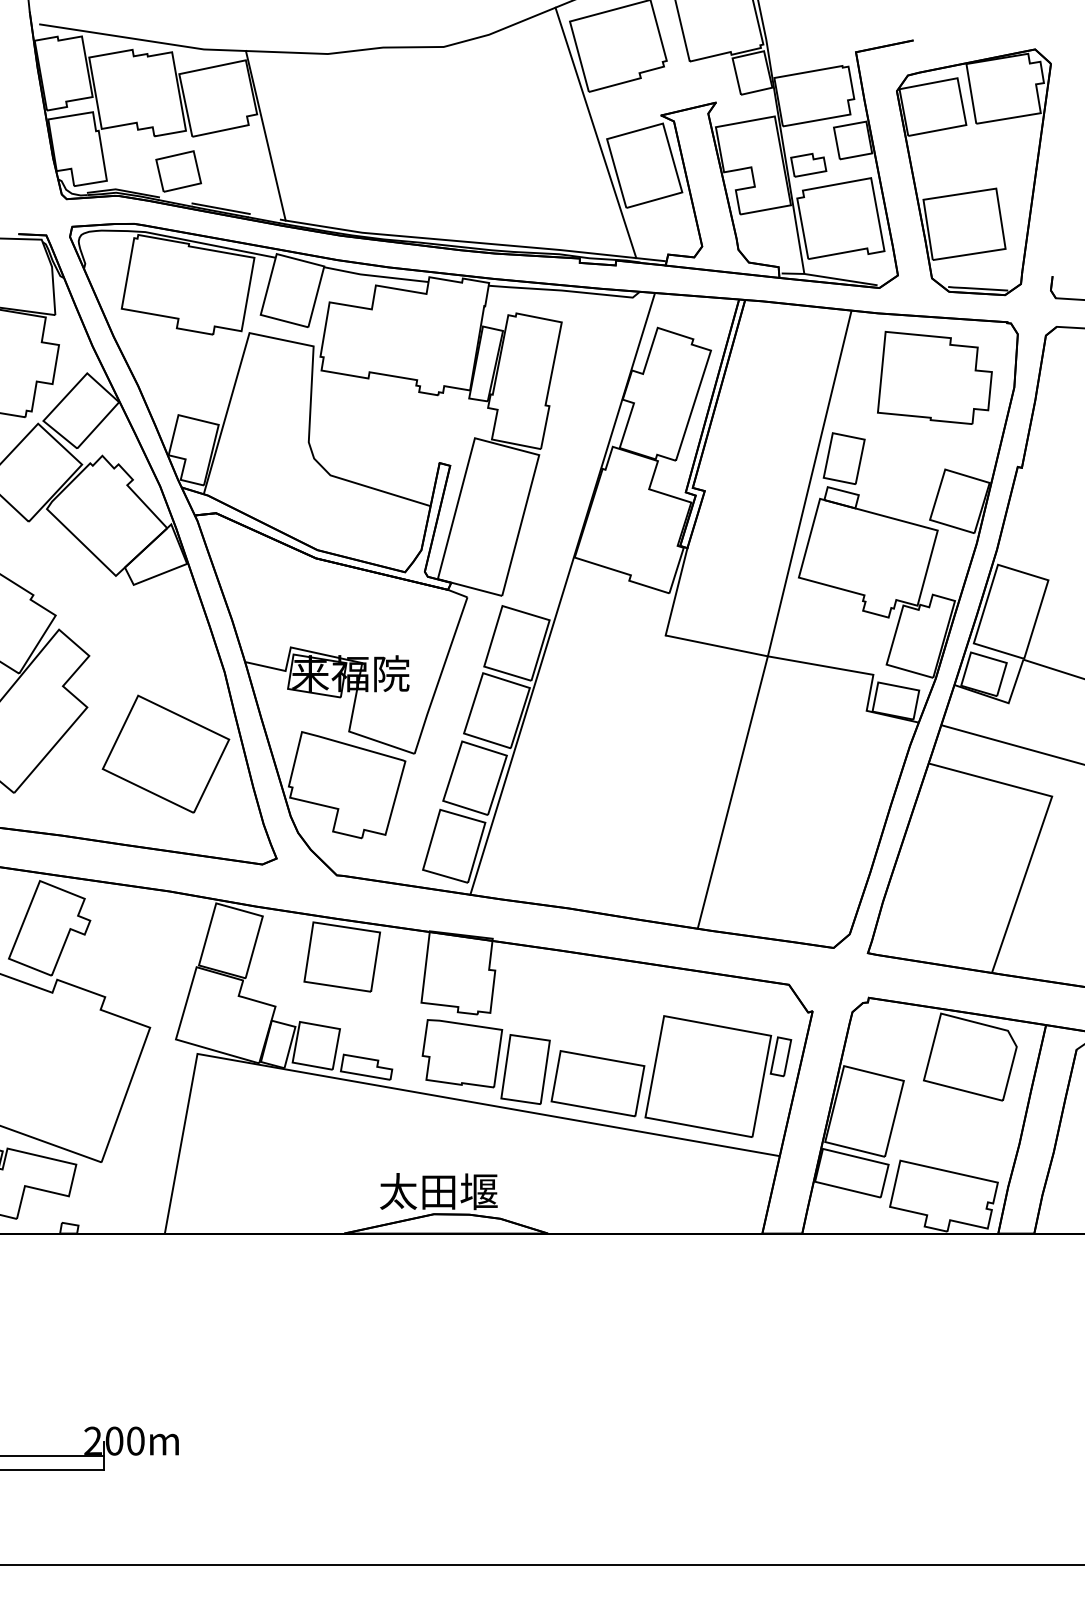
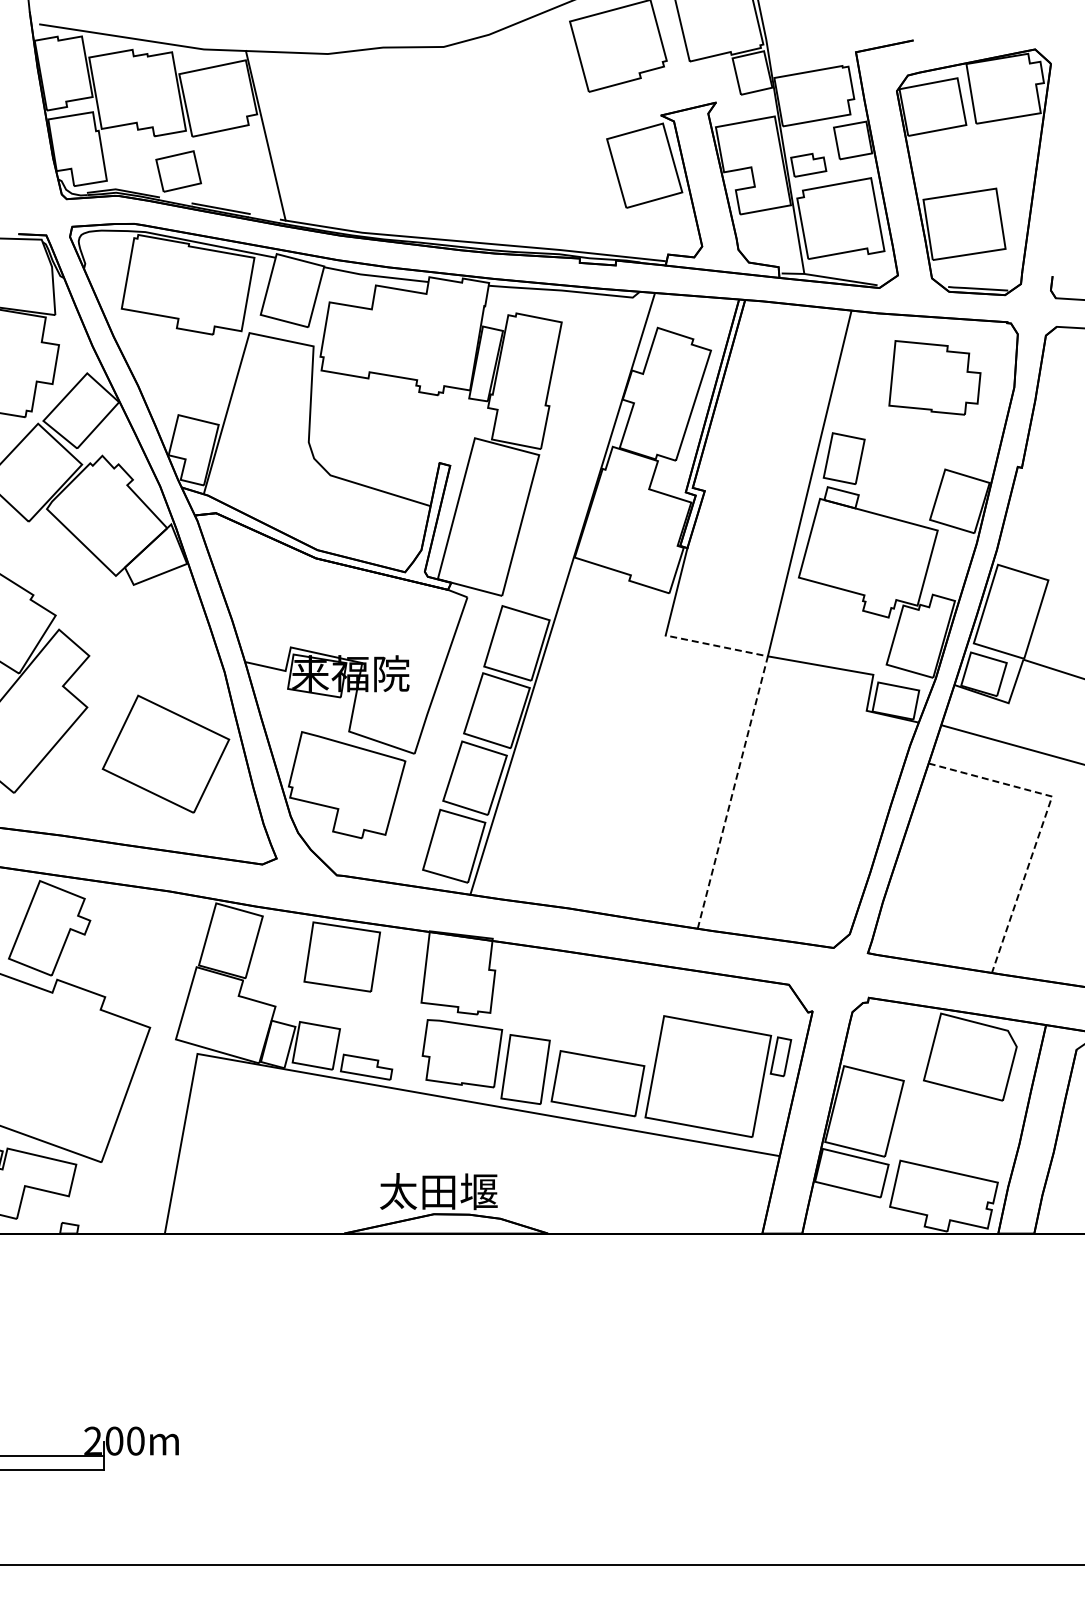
line at (595, 132): present -> none
part at (934, 377) size: 116x95 px -> 94x76 px
line at (746, 741): solid -> dashed
line at (1042, 823): solid -> dashed
